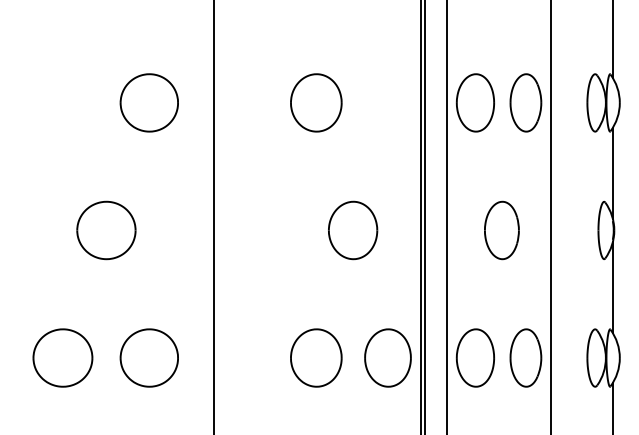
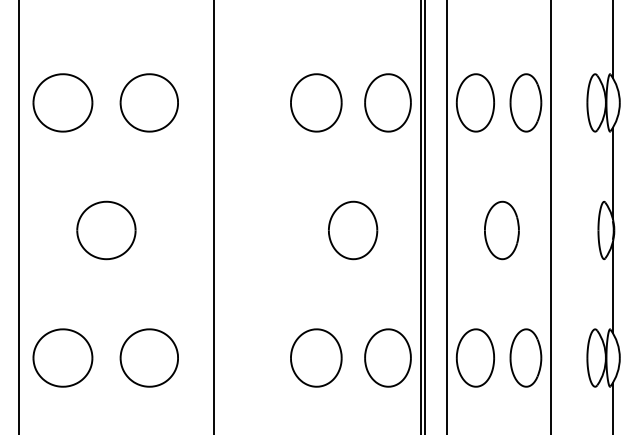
part at (62, 102): none -> present
part at (387, 102): none -> present
line at (19, 216): none -> present
